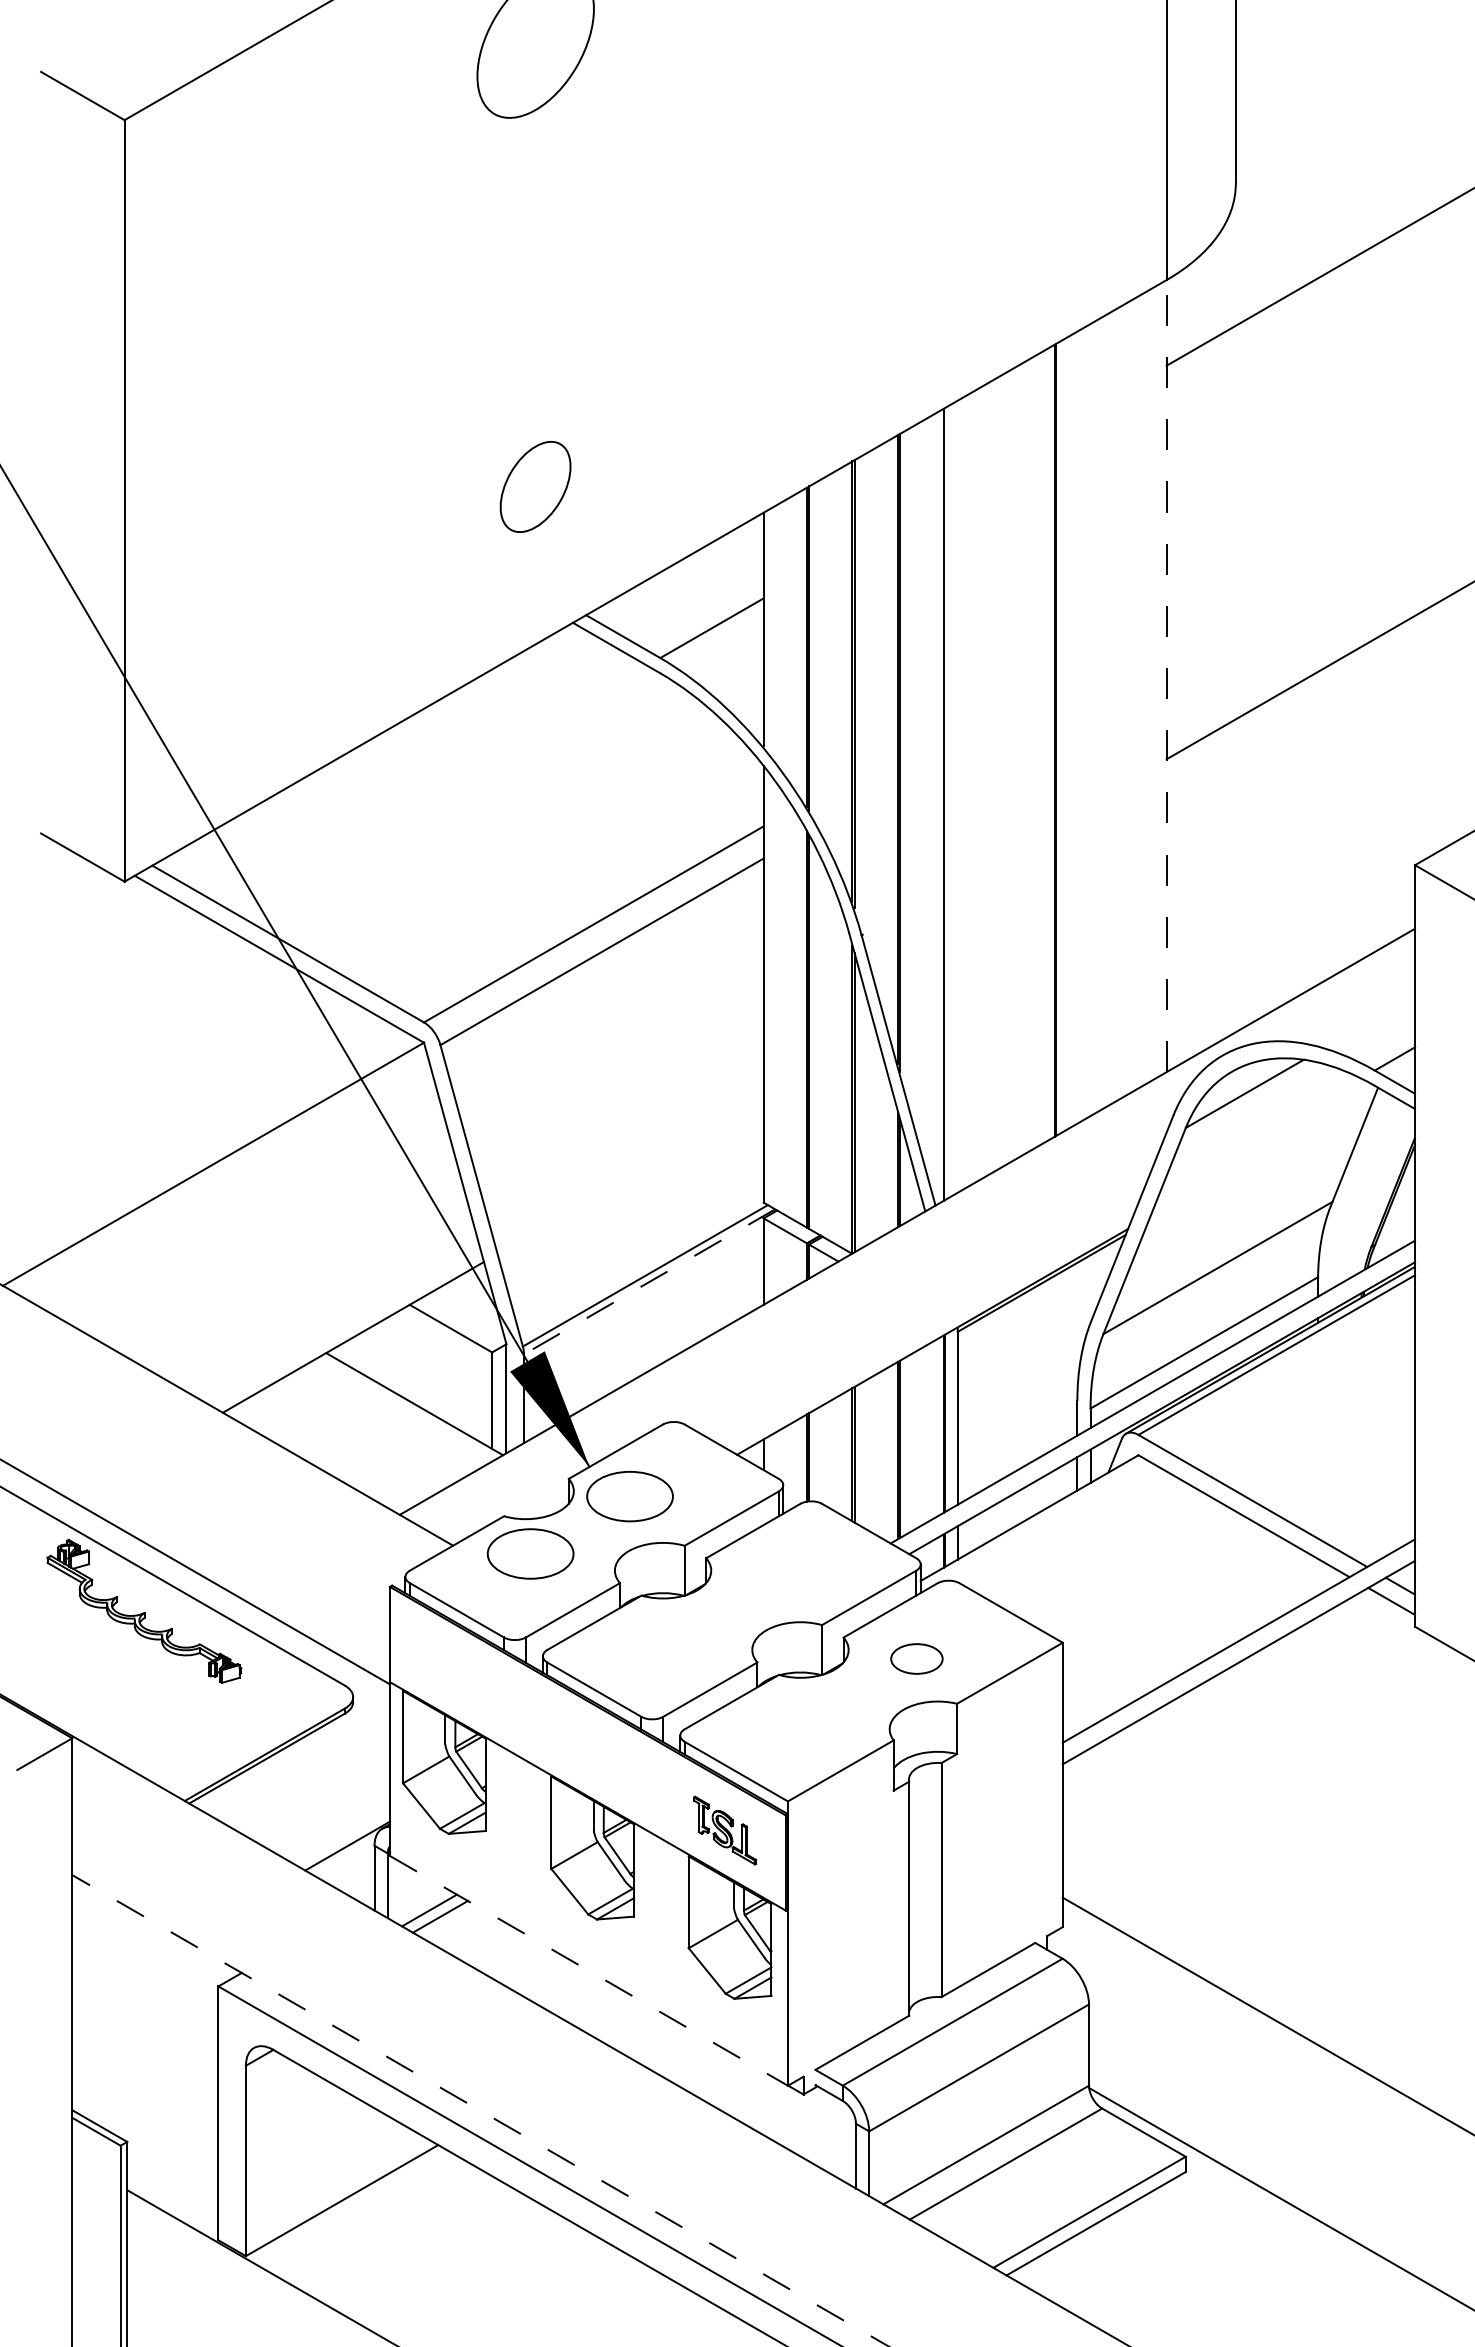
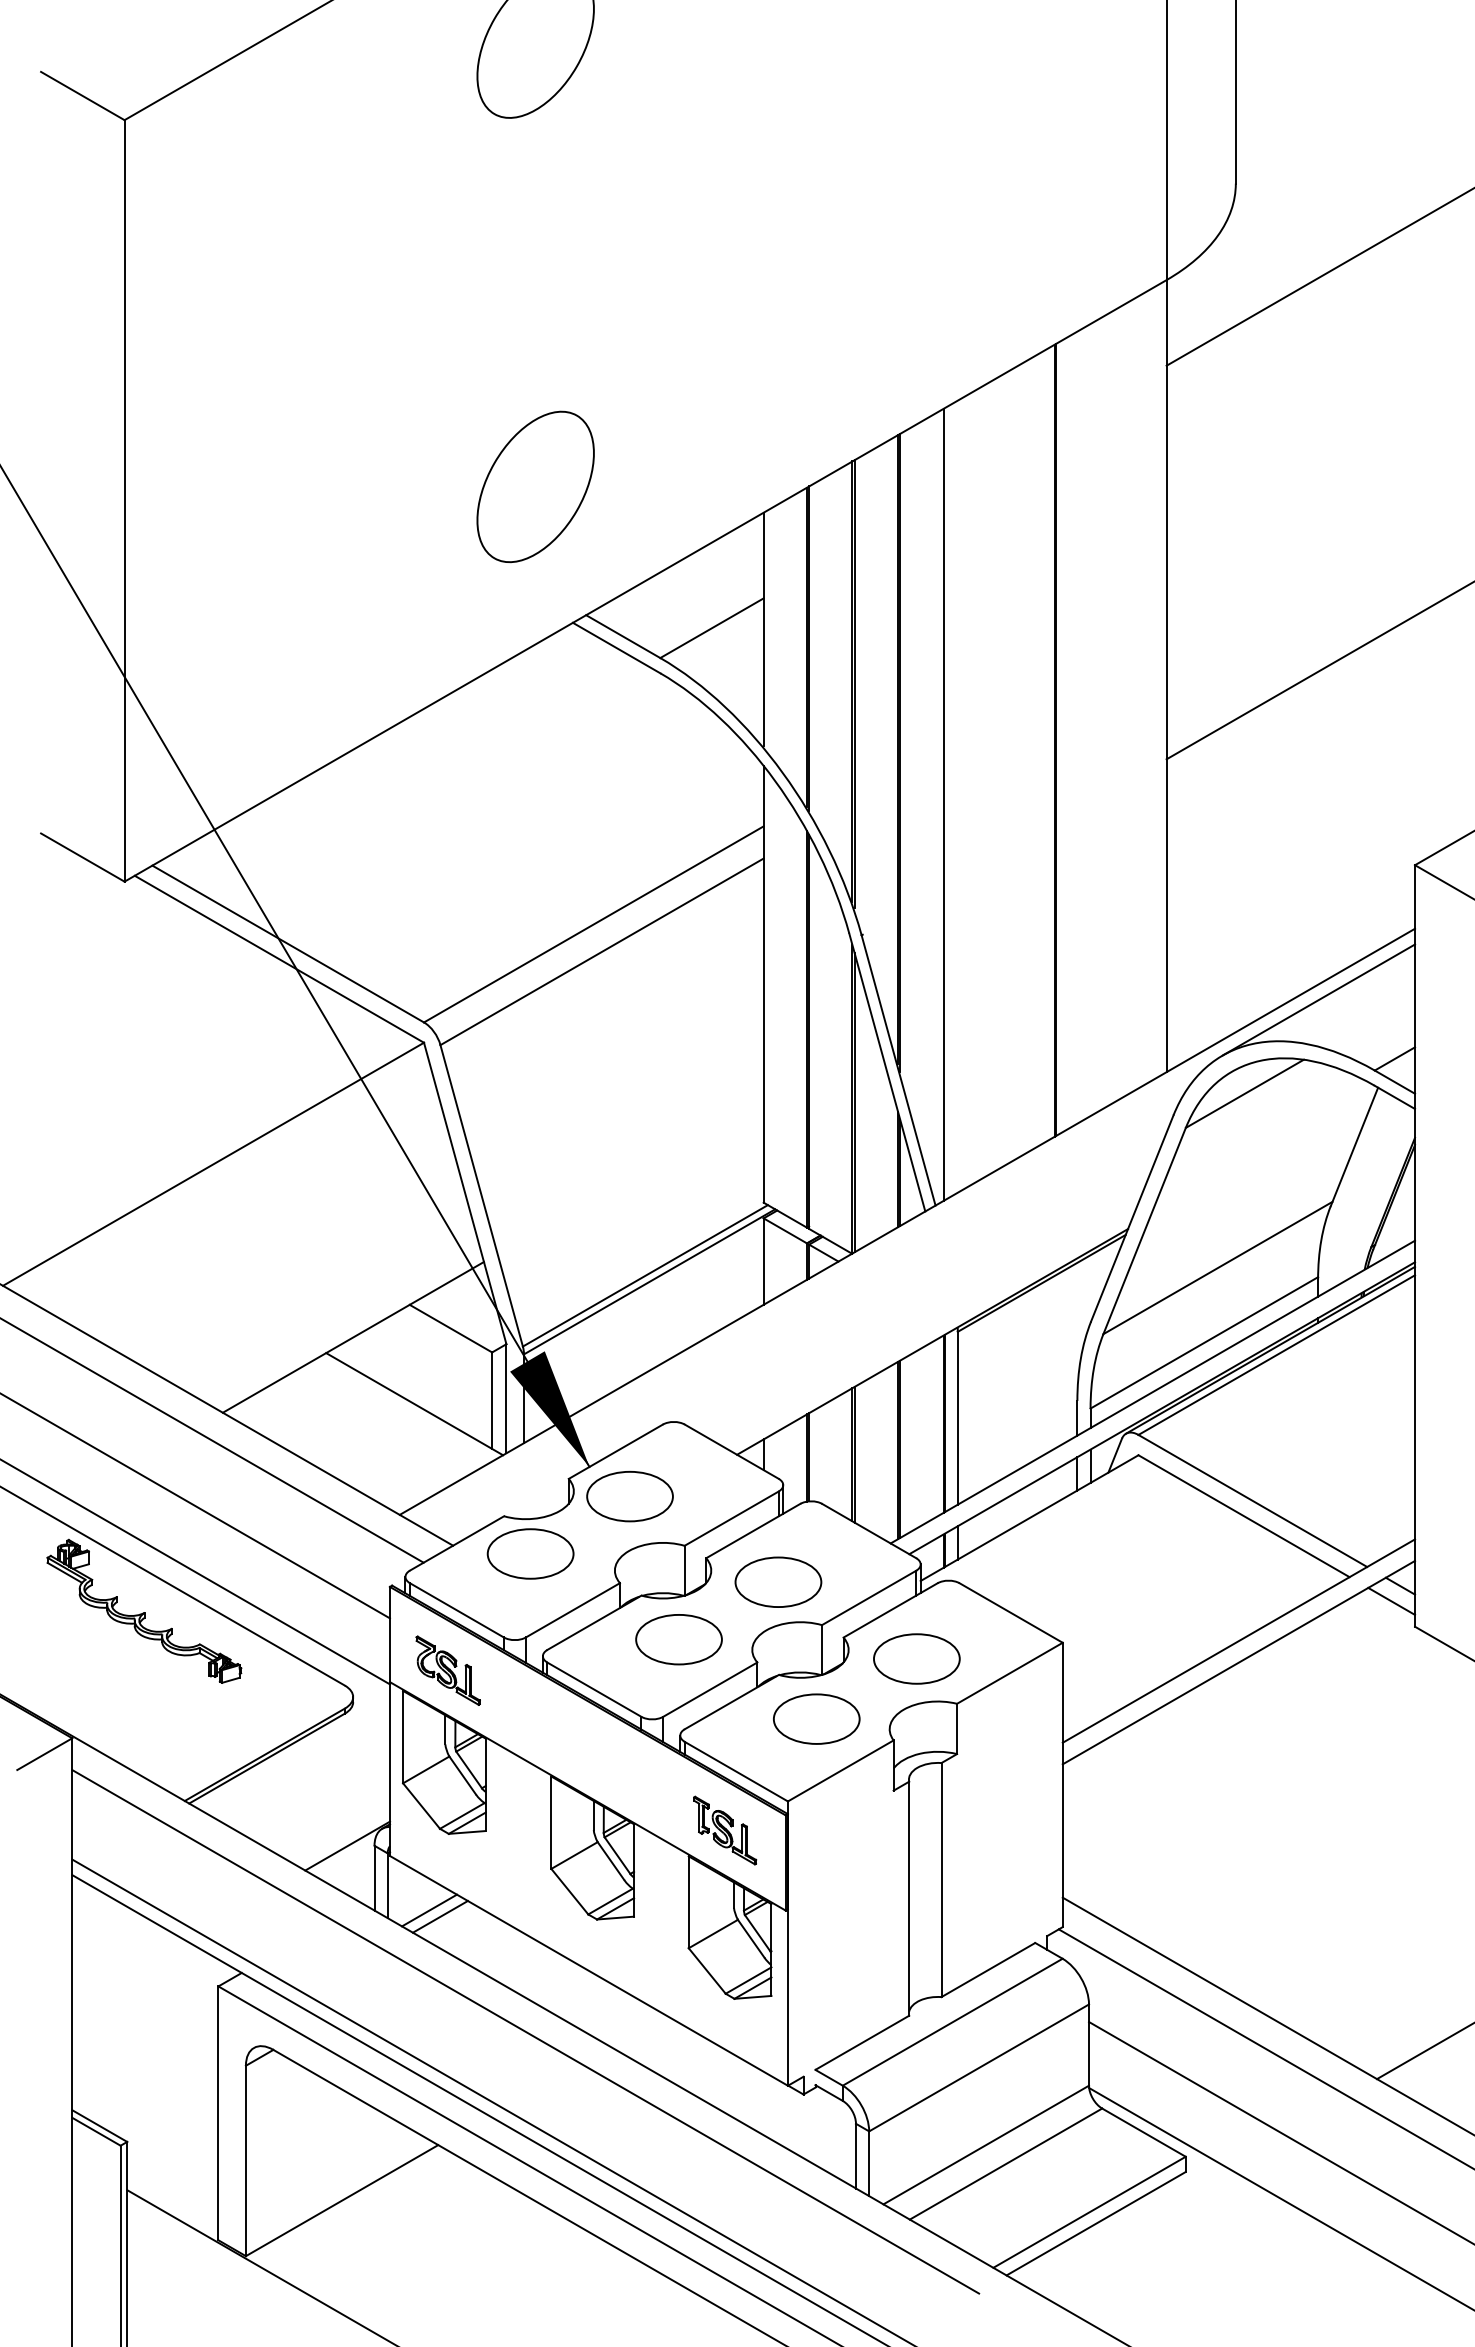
part at (535, 486) size: 73x92 px -> 119x154 px
line at (1166, 675): dashed -> solid
line at (1318, 999): none -> present
line at (649, 1282): dashed -> solid
line at (212, 1440): none -> present
line at (195, 1506): none -> present
part at (778, 1581): none -> present
part at (678, 1639): none -> present
part at (916, 1658) size: 54x32 px -> 88x52 px
part at (447, 1670): none -> present
part at (816, 1718): none -> present
line at (589, 1970): dashed -> solid
line at (525, 2031): none -> present
line at (1264, 2048): none -> present
line at (1424, 2051): none -> present
line at (491, 2101): none -> present
line at (480, 2110): dashed -> solid
line at (1280, 2132): none -> present
